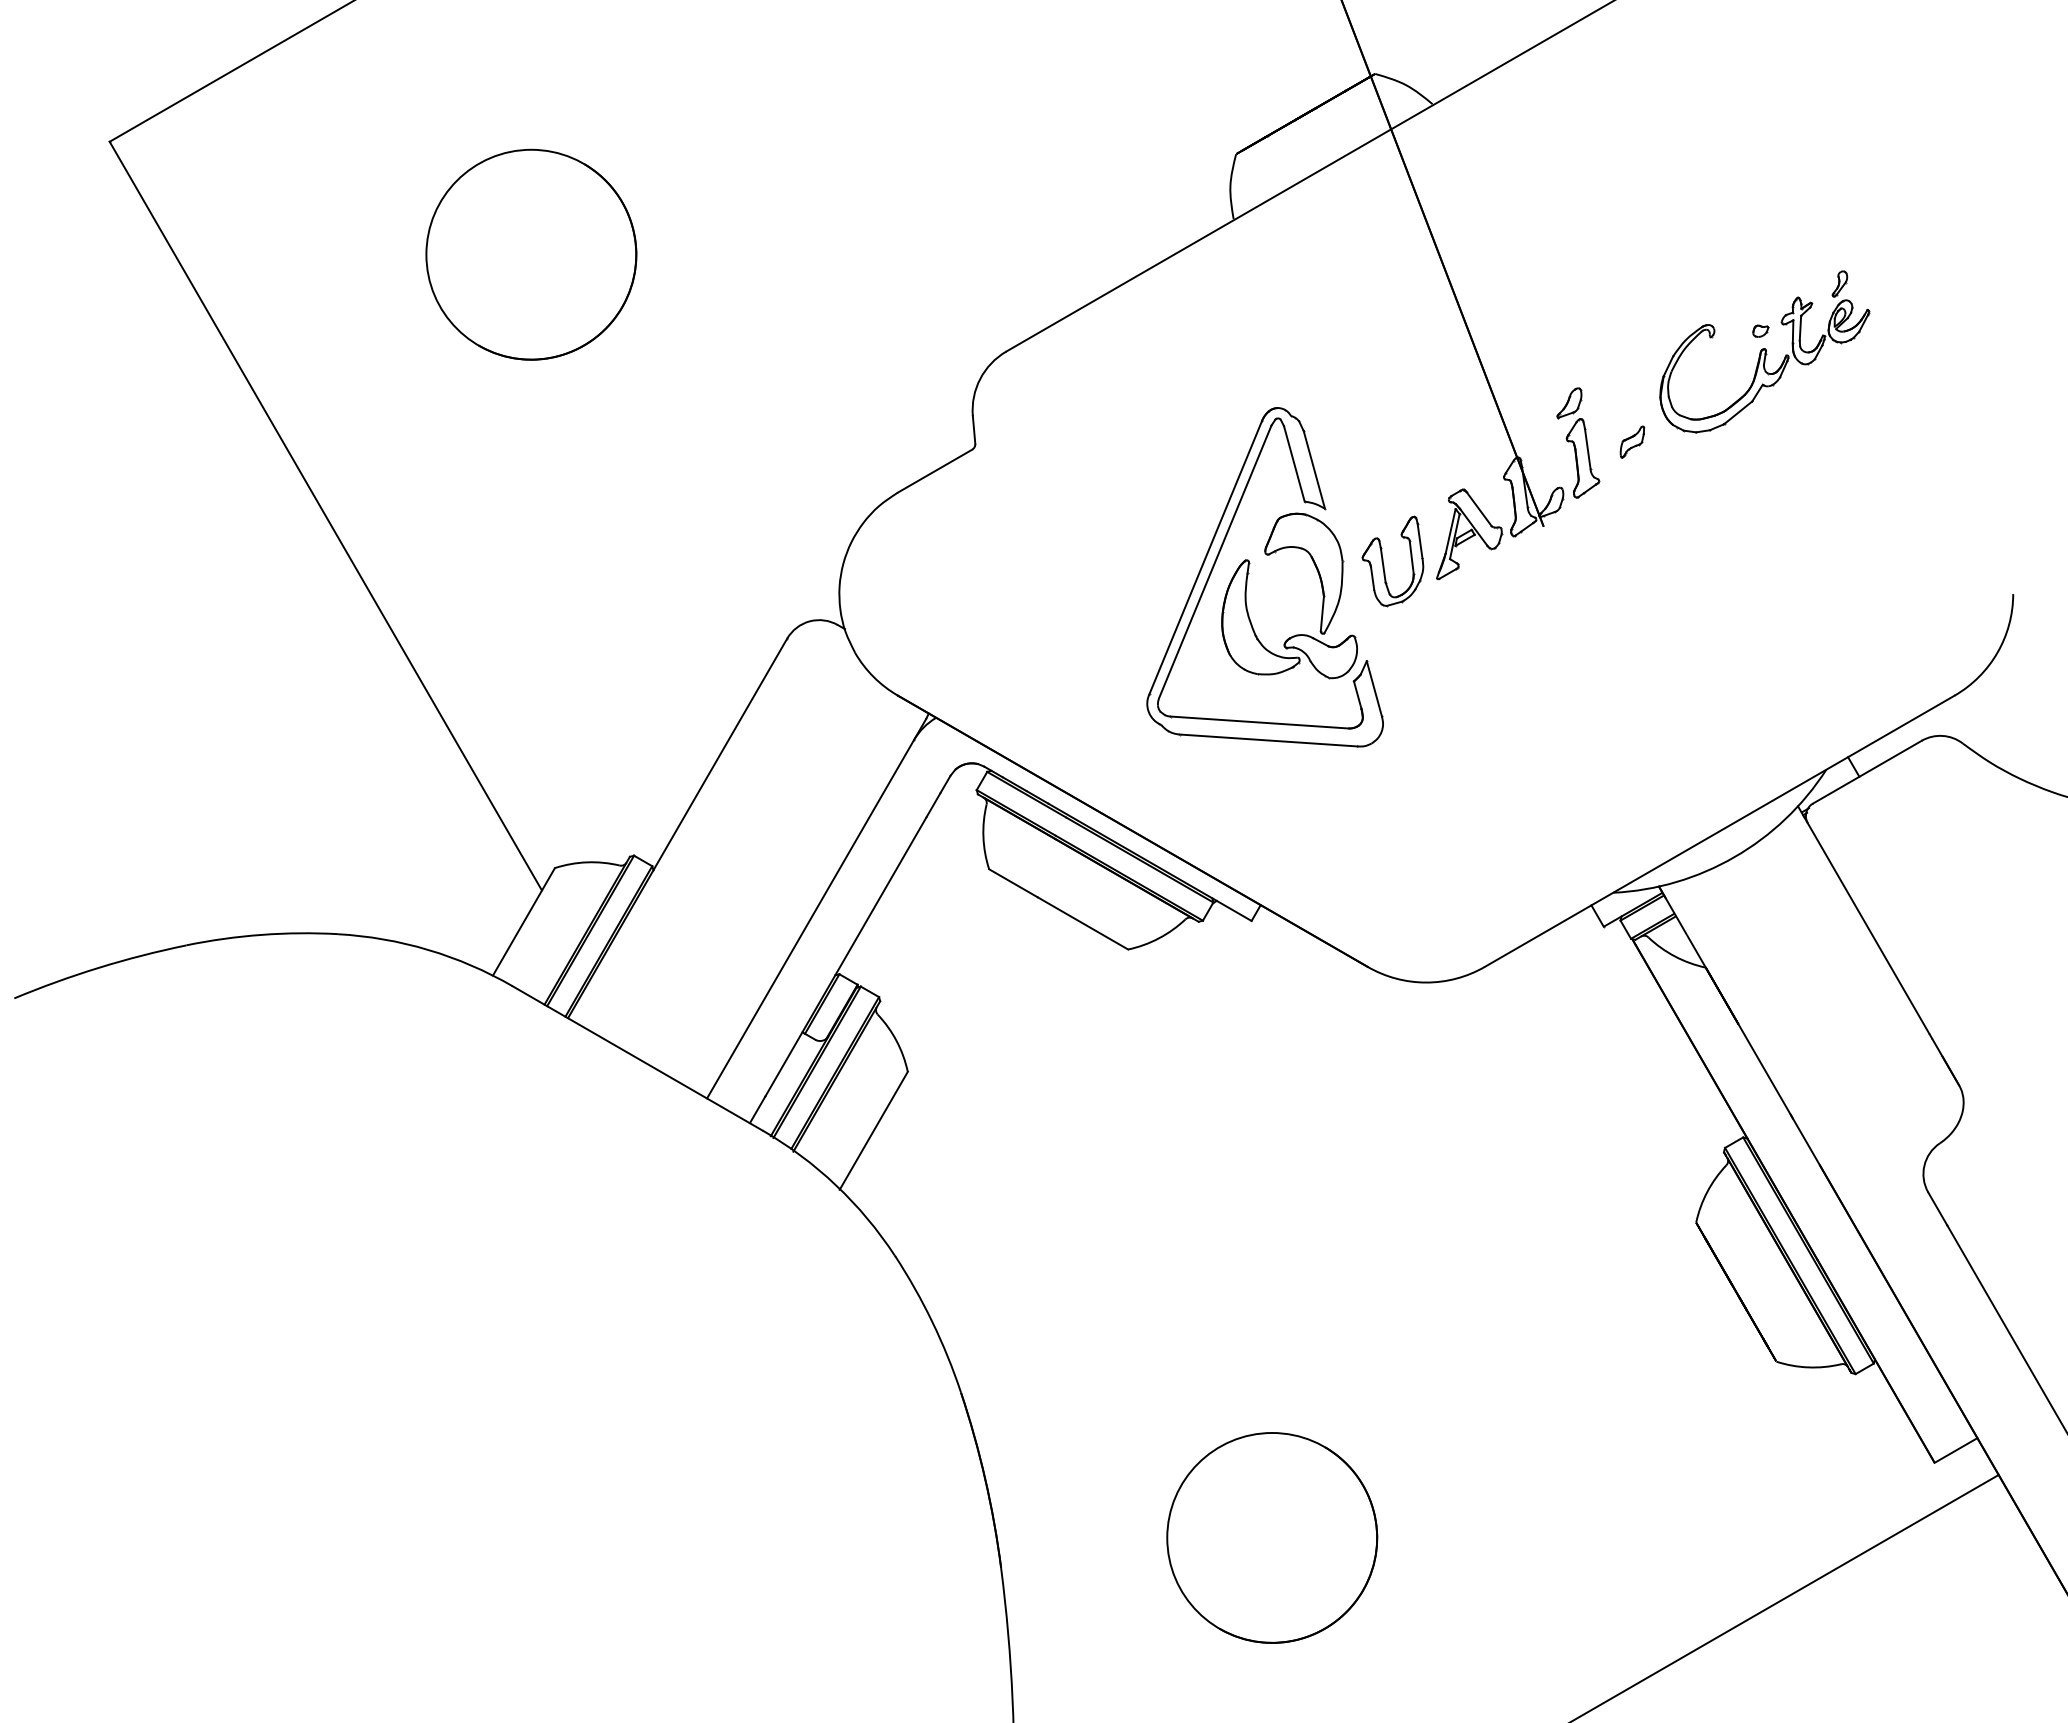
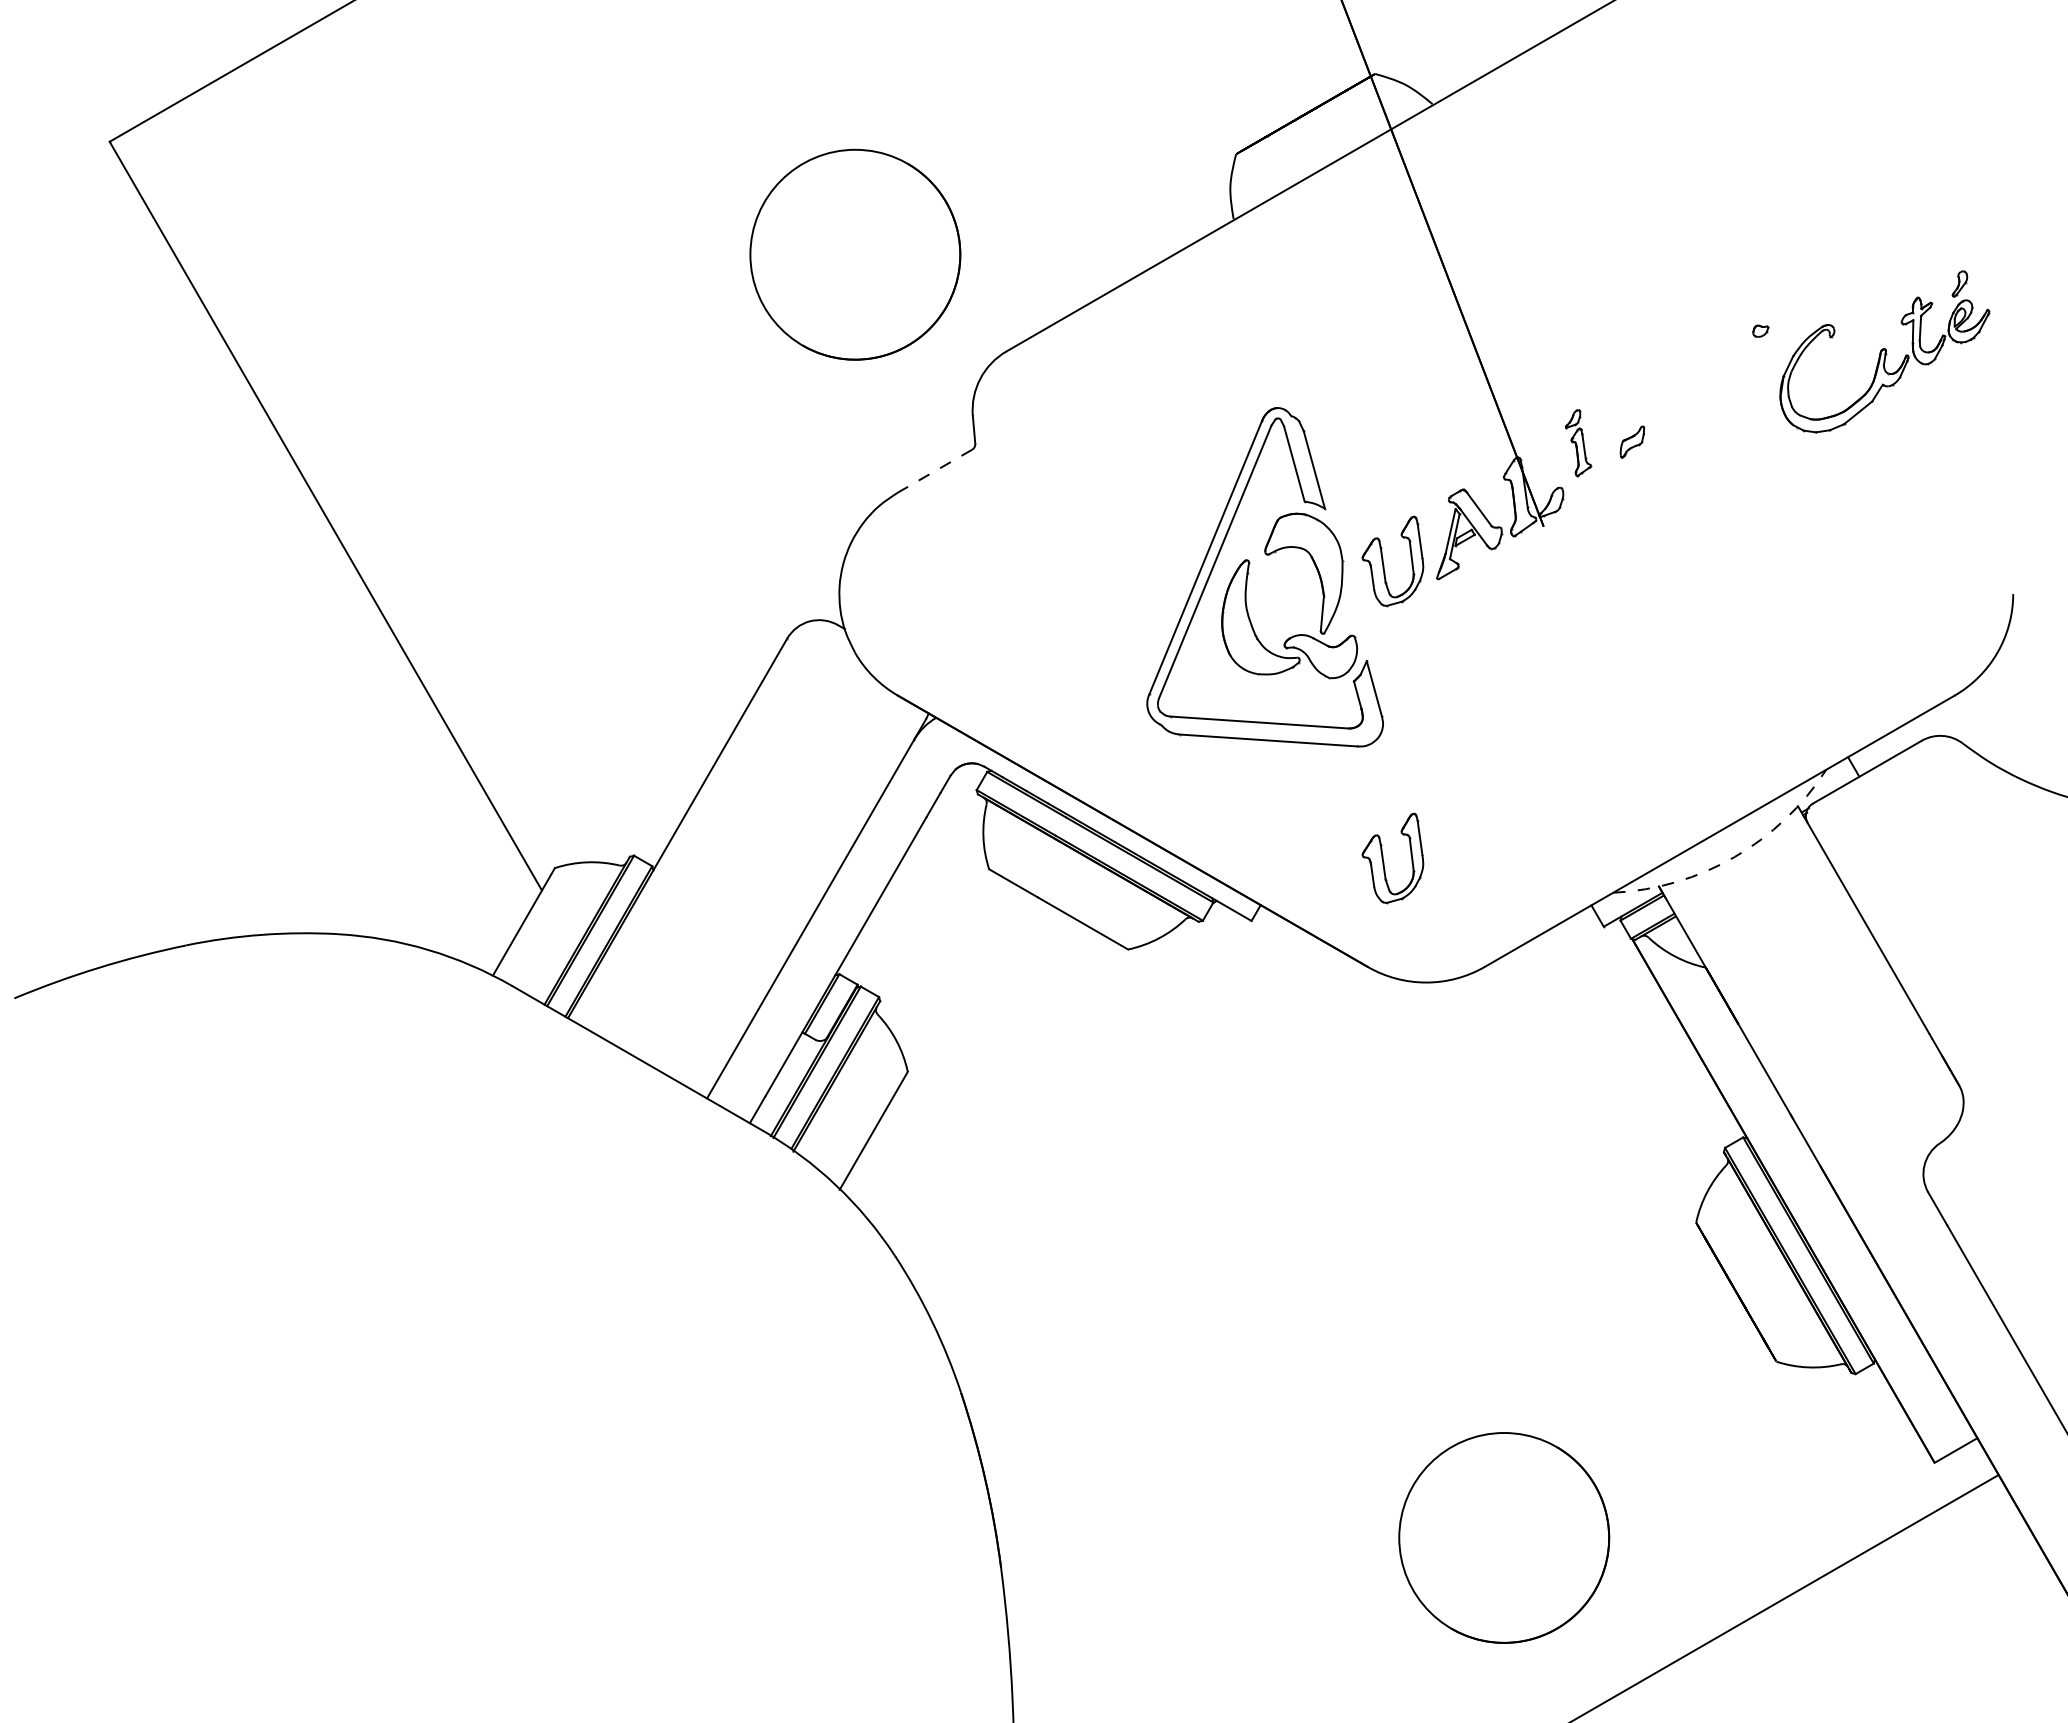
part at (531, 254) position: (531, 254) -> (855, 254)
part at (1764, 351) position: (1764, 351) -> (1884, 351)
part at (1578, 442) size: 45x112 px -> 29x69 px
line at (935, 471): solid -> dashed
arc at (1734, 857): solid -> dashed
part at (1384, 862): none -> present
part at (1272, 1537) position: (1272, 1537) -> (1504, 1537)
